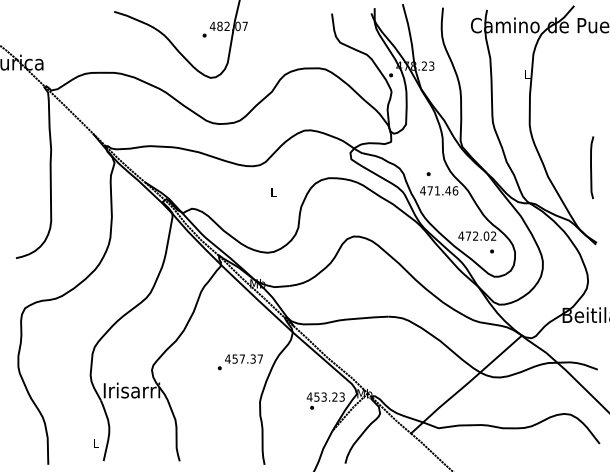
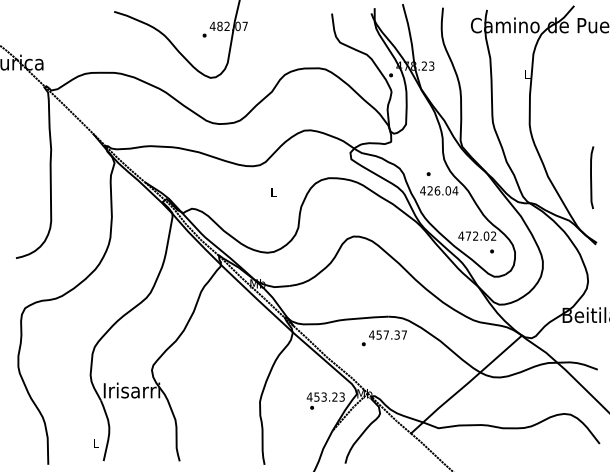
curve at (591, 167) position: (591, 167) -> (591, 177)
text at (442, 190): 471.46 -> 426.04
text at (239, 362) position: (239, 362) -> (383, 338)
